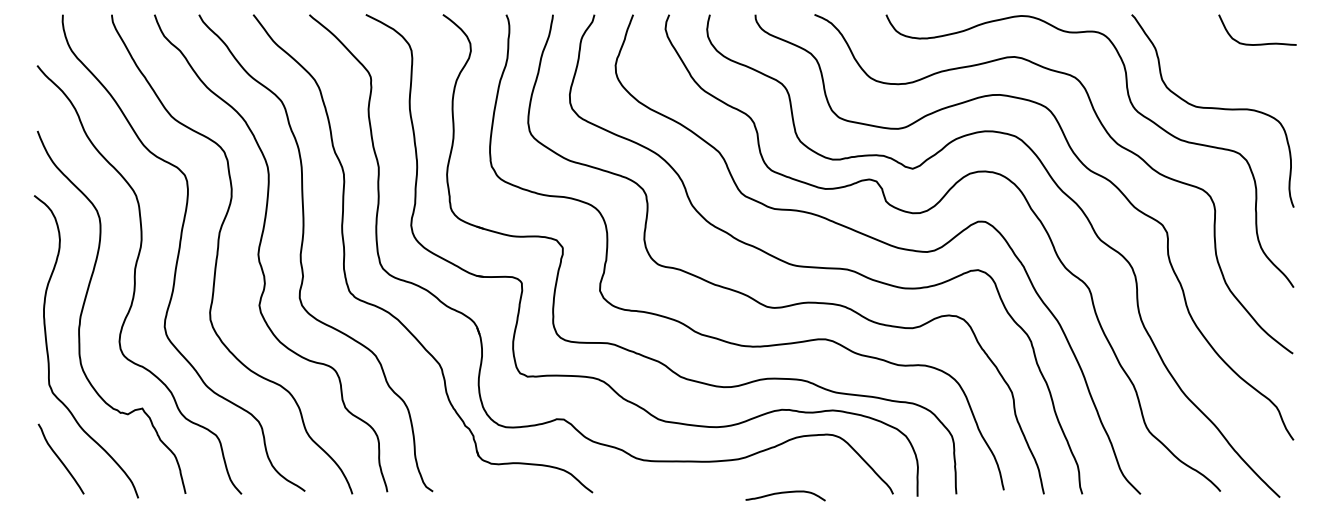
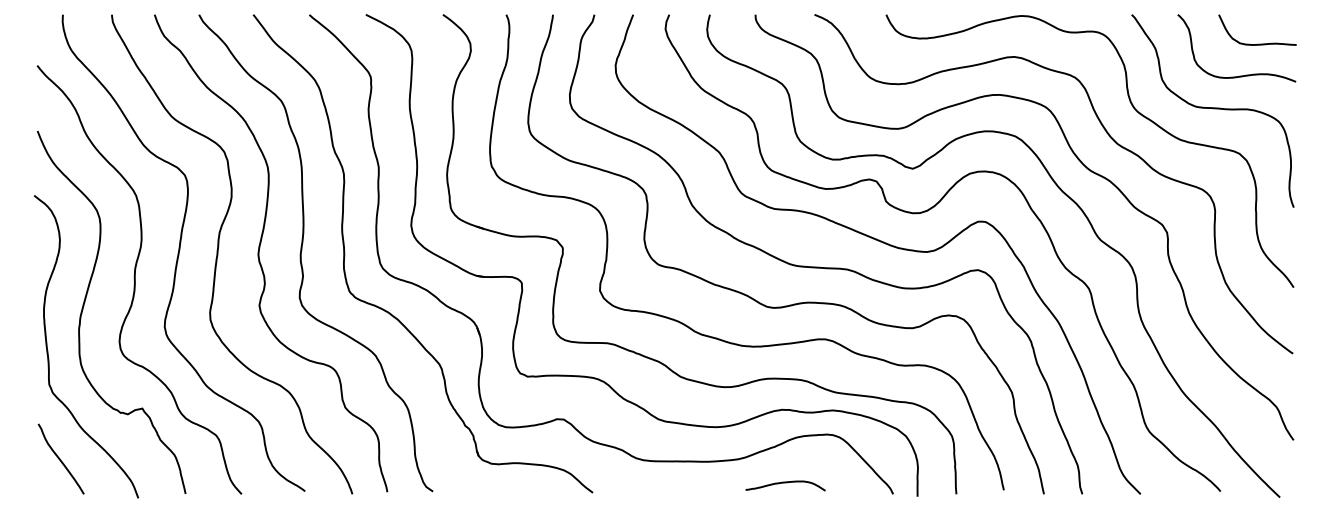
curve at (1239, 75): none -> present
curve at (785, 493) position: (785, 493) -> (785, 483)
